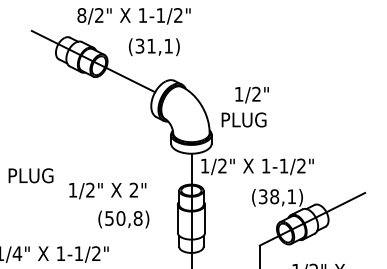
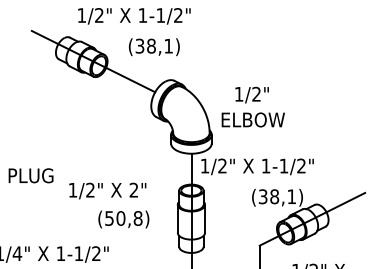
text at (81, 15): 8/2" -> 1/2"
text at (151, 45): (31,1) -> (38,1)
text at (253, 119): PLUG -> ELBOW
